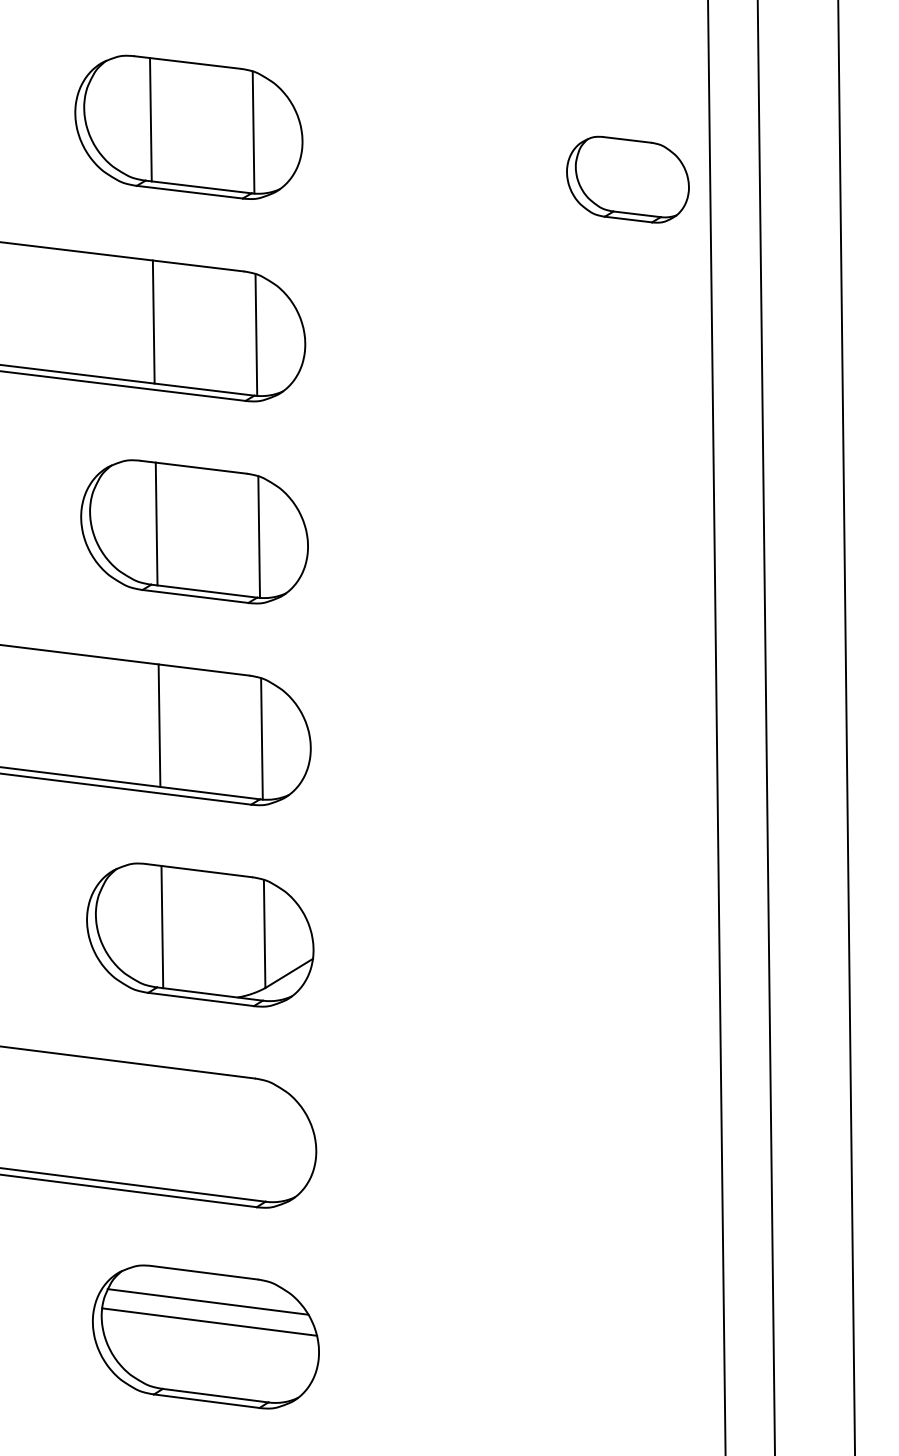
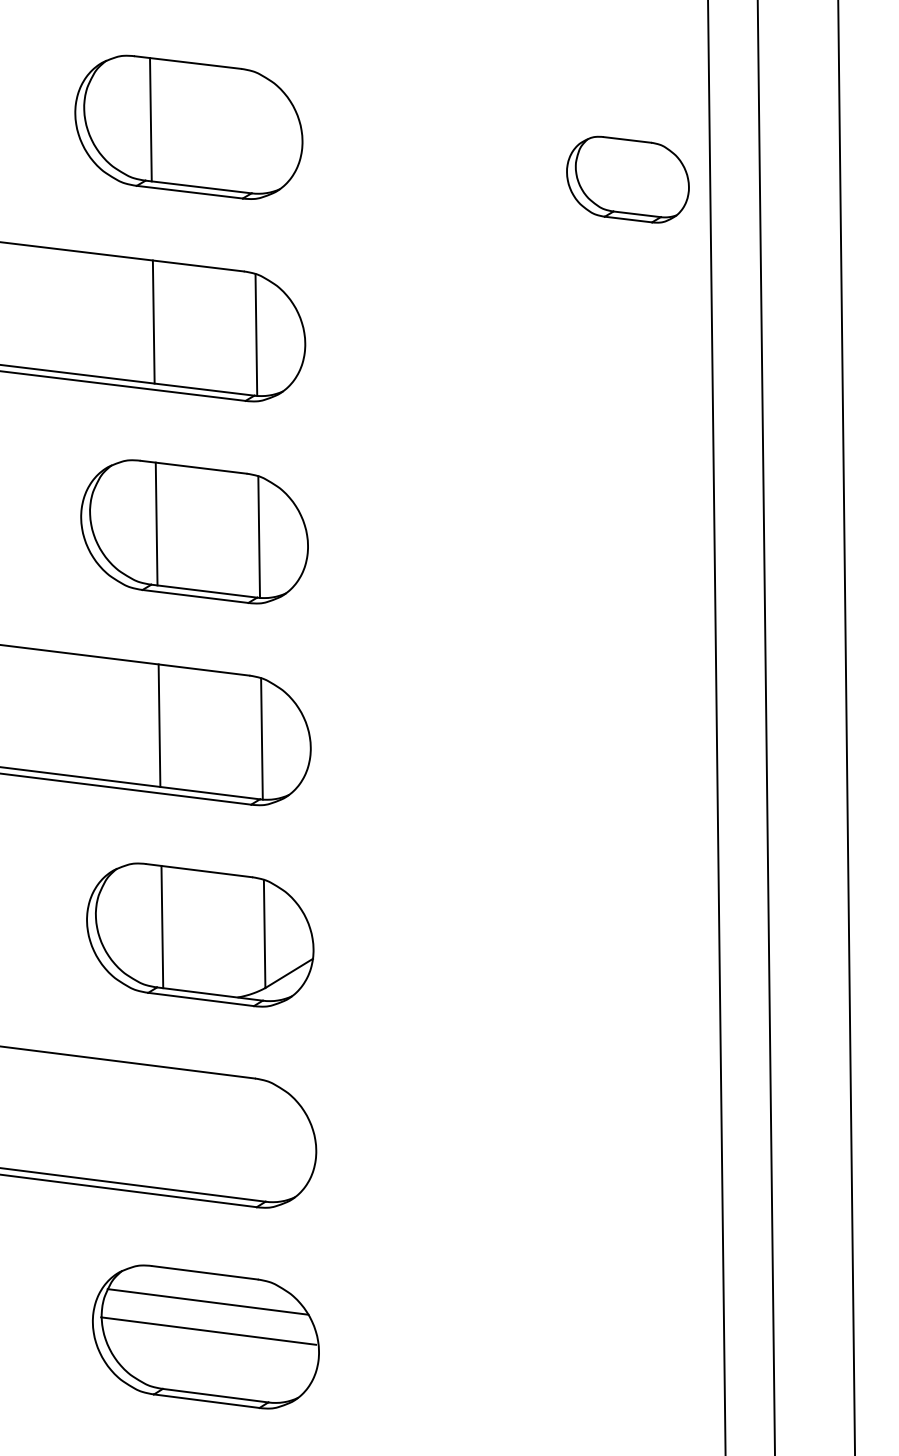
line at (253, 132): present -> none
line at (209, 1321) position: (209, 1321) -> (208, 1330)
